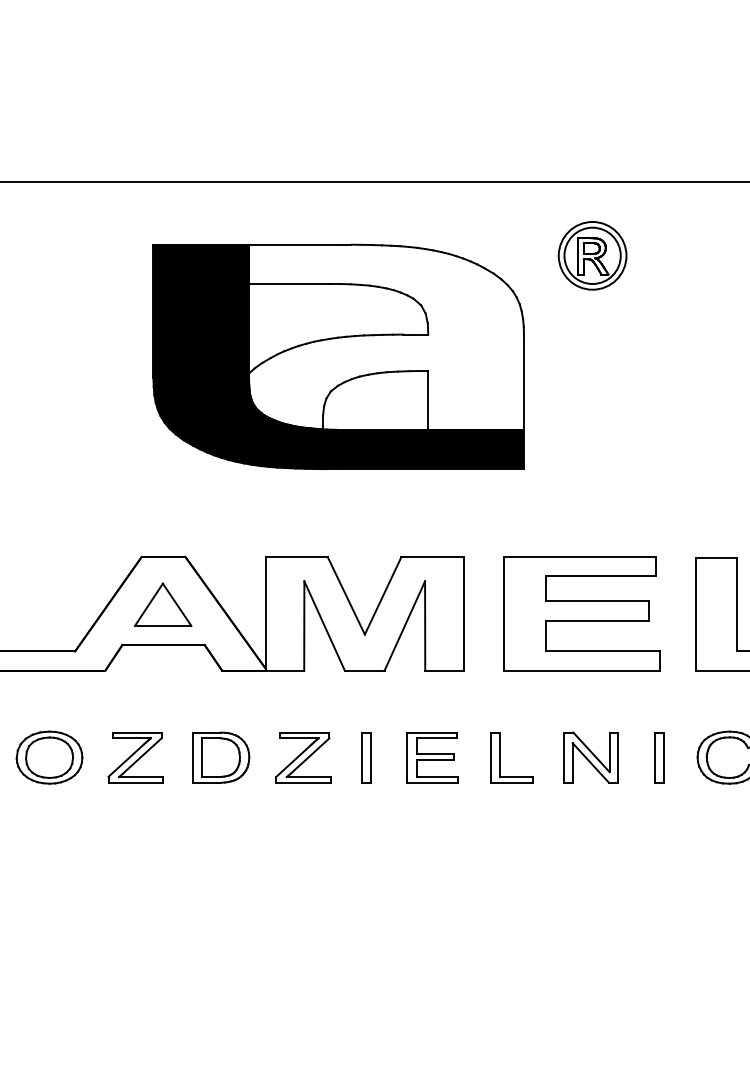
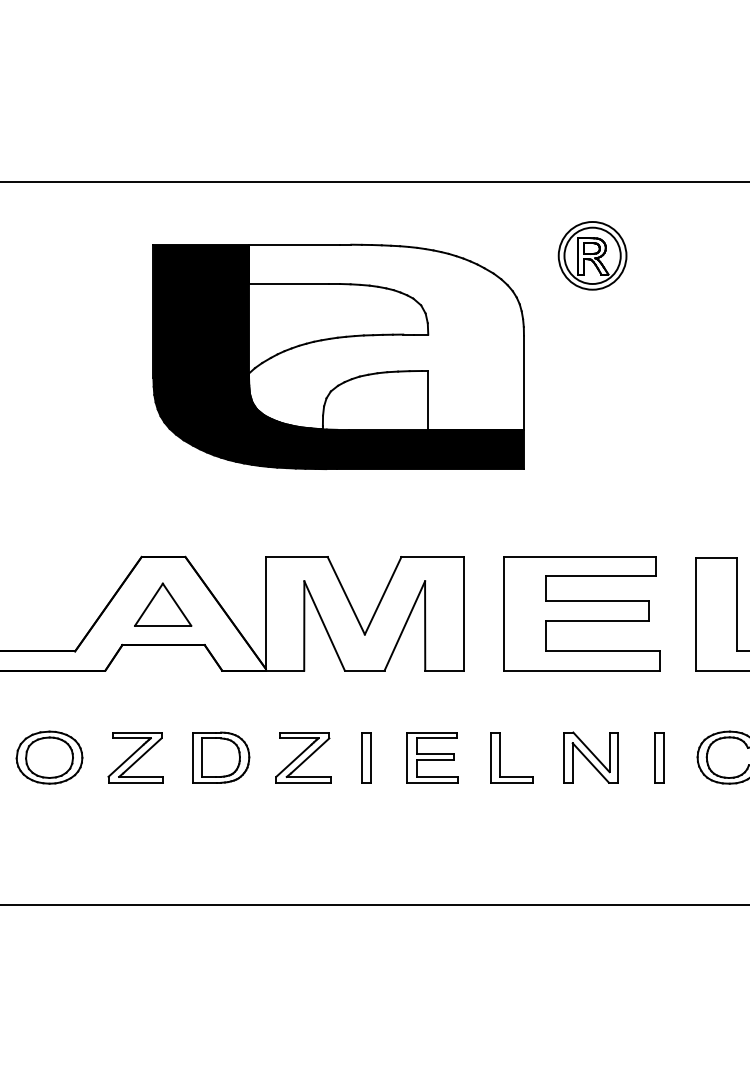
line at (374, 904): none -> present
